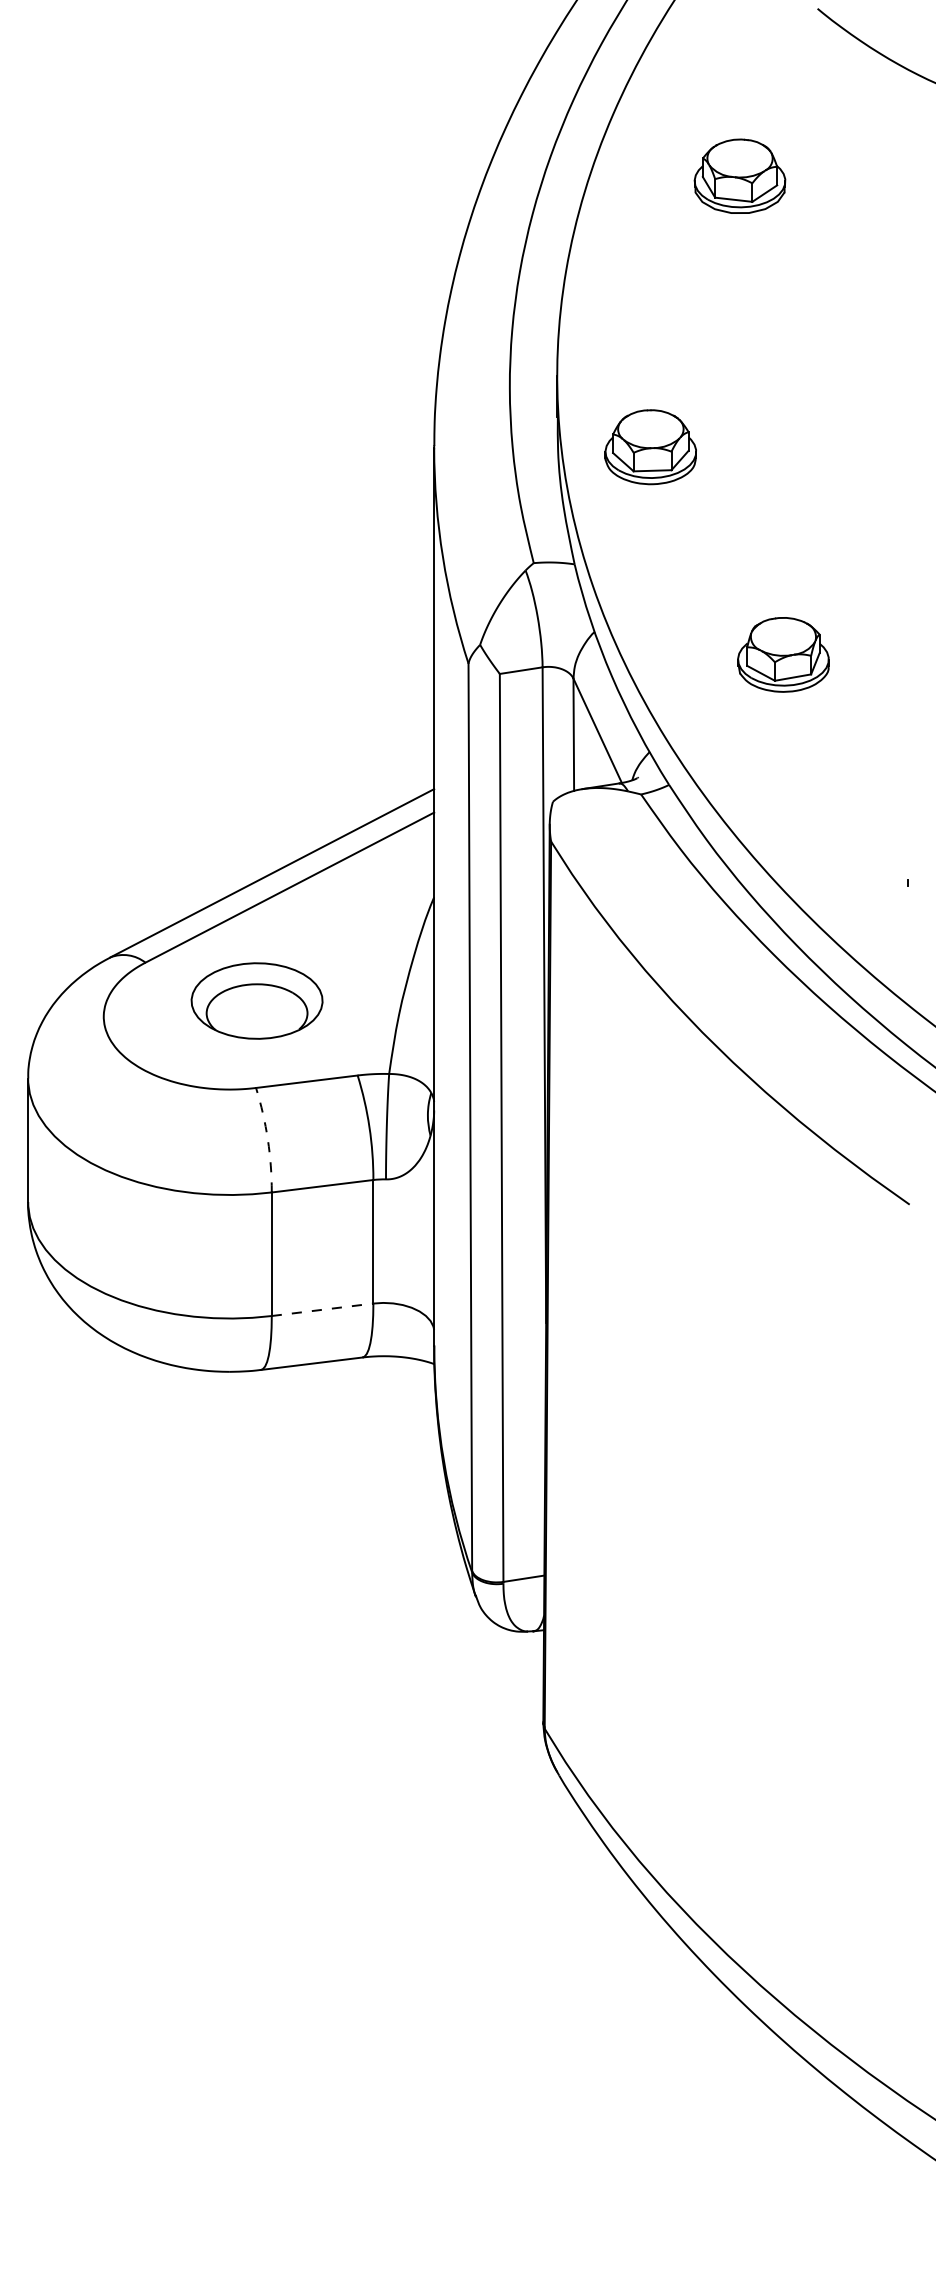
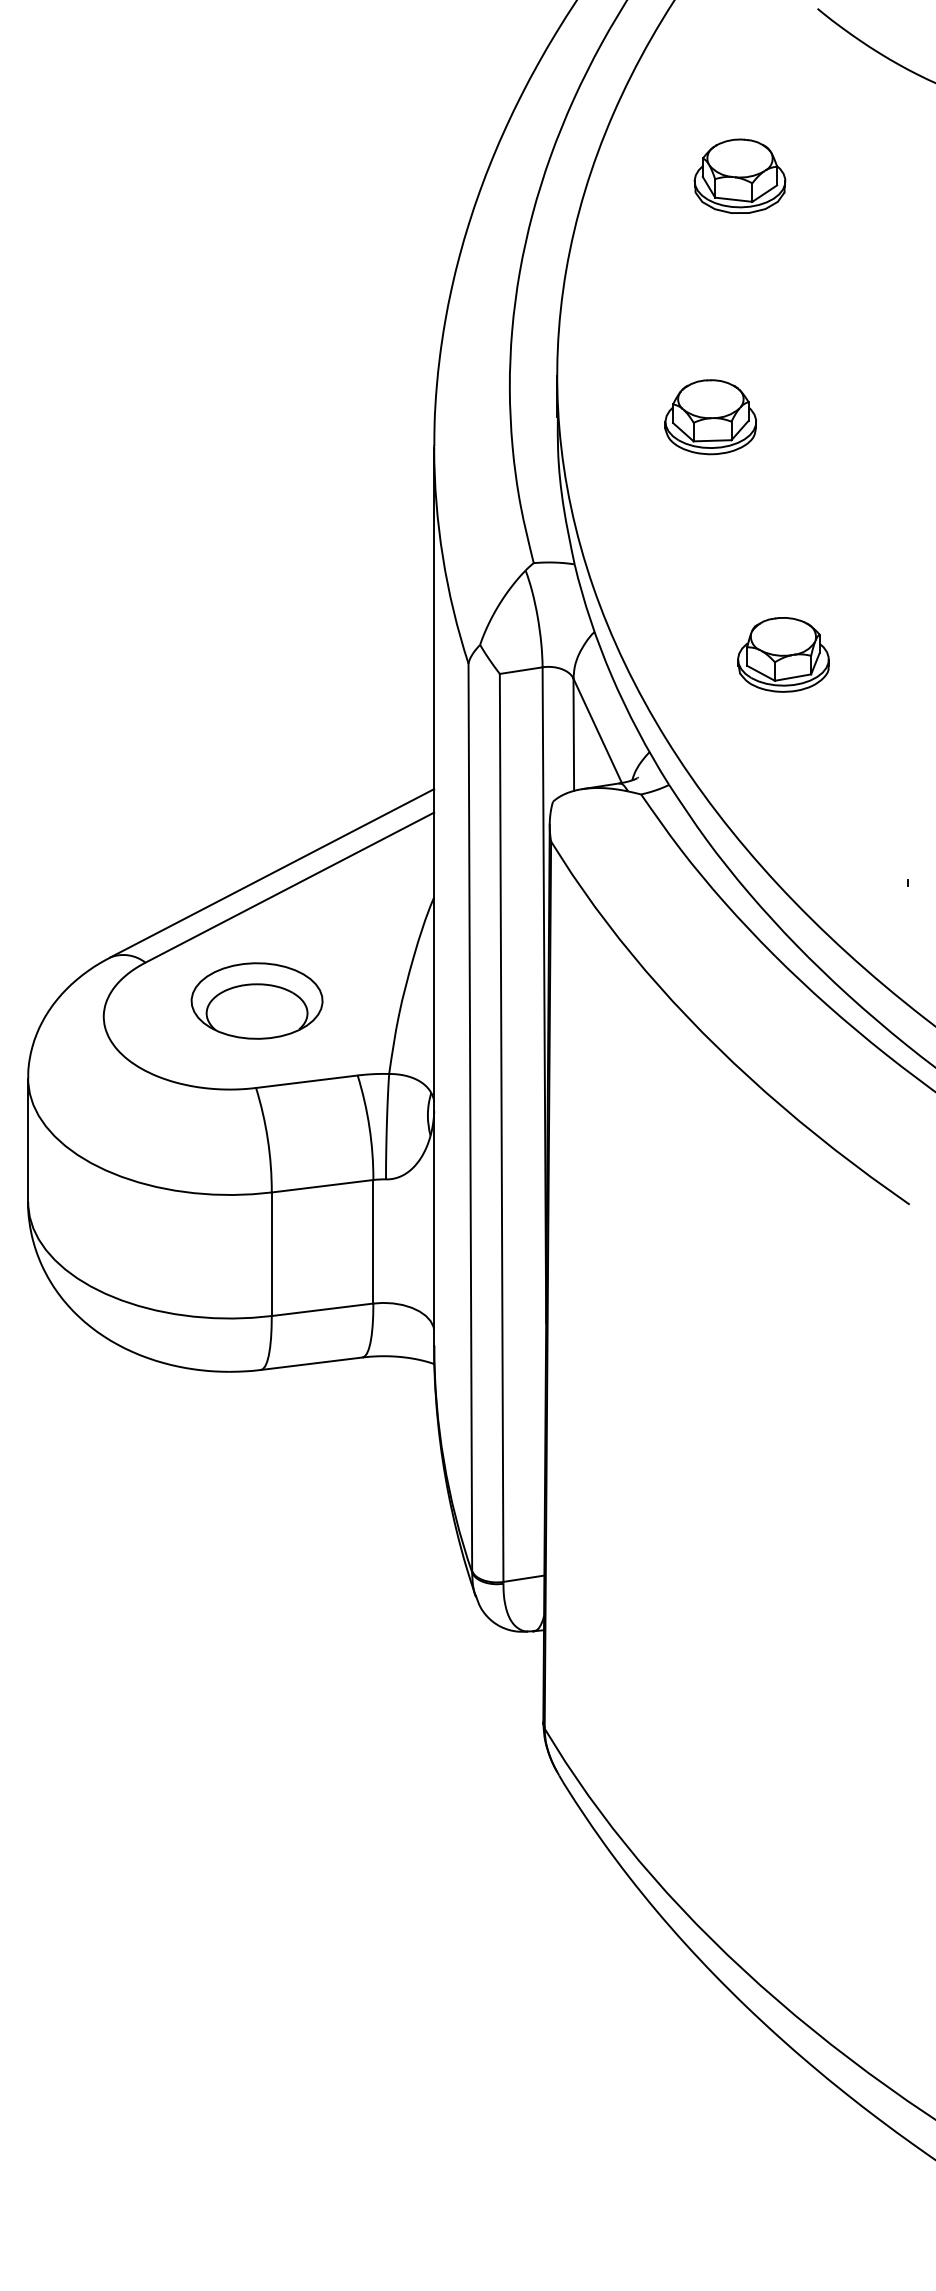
part at (650, 447) position: (650, 447) -> (710, 417)
arc at (267, 1139): dashed -> solid
line at (323, 1309): dashed -> solid
